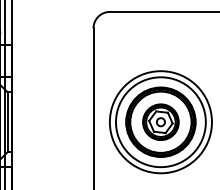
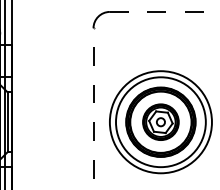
line at (164, 11): solid -> dashed
line at (93, 108): solid -> dashed
